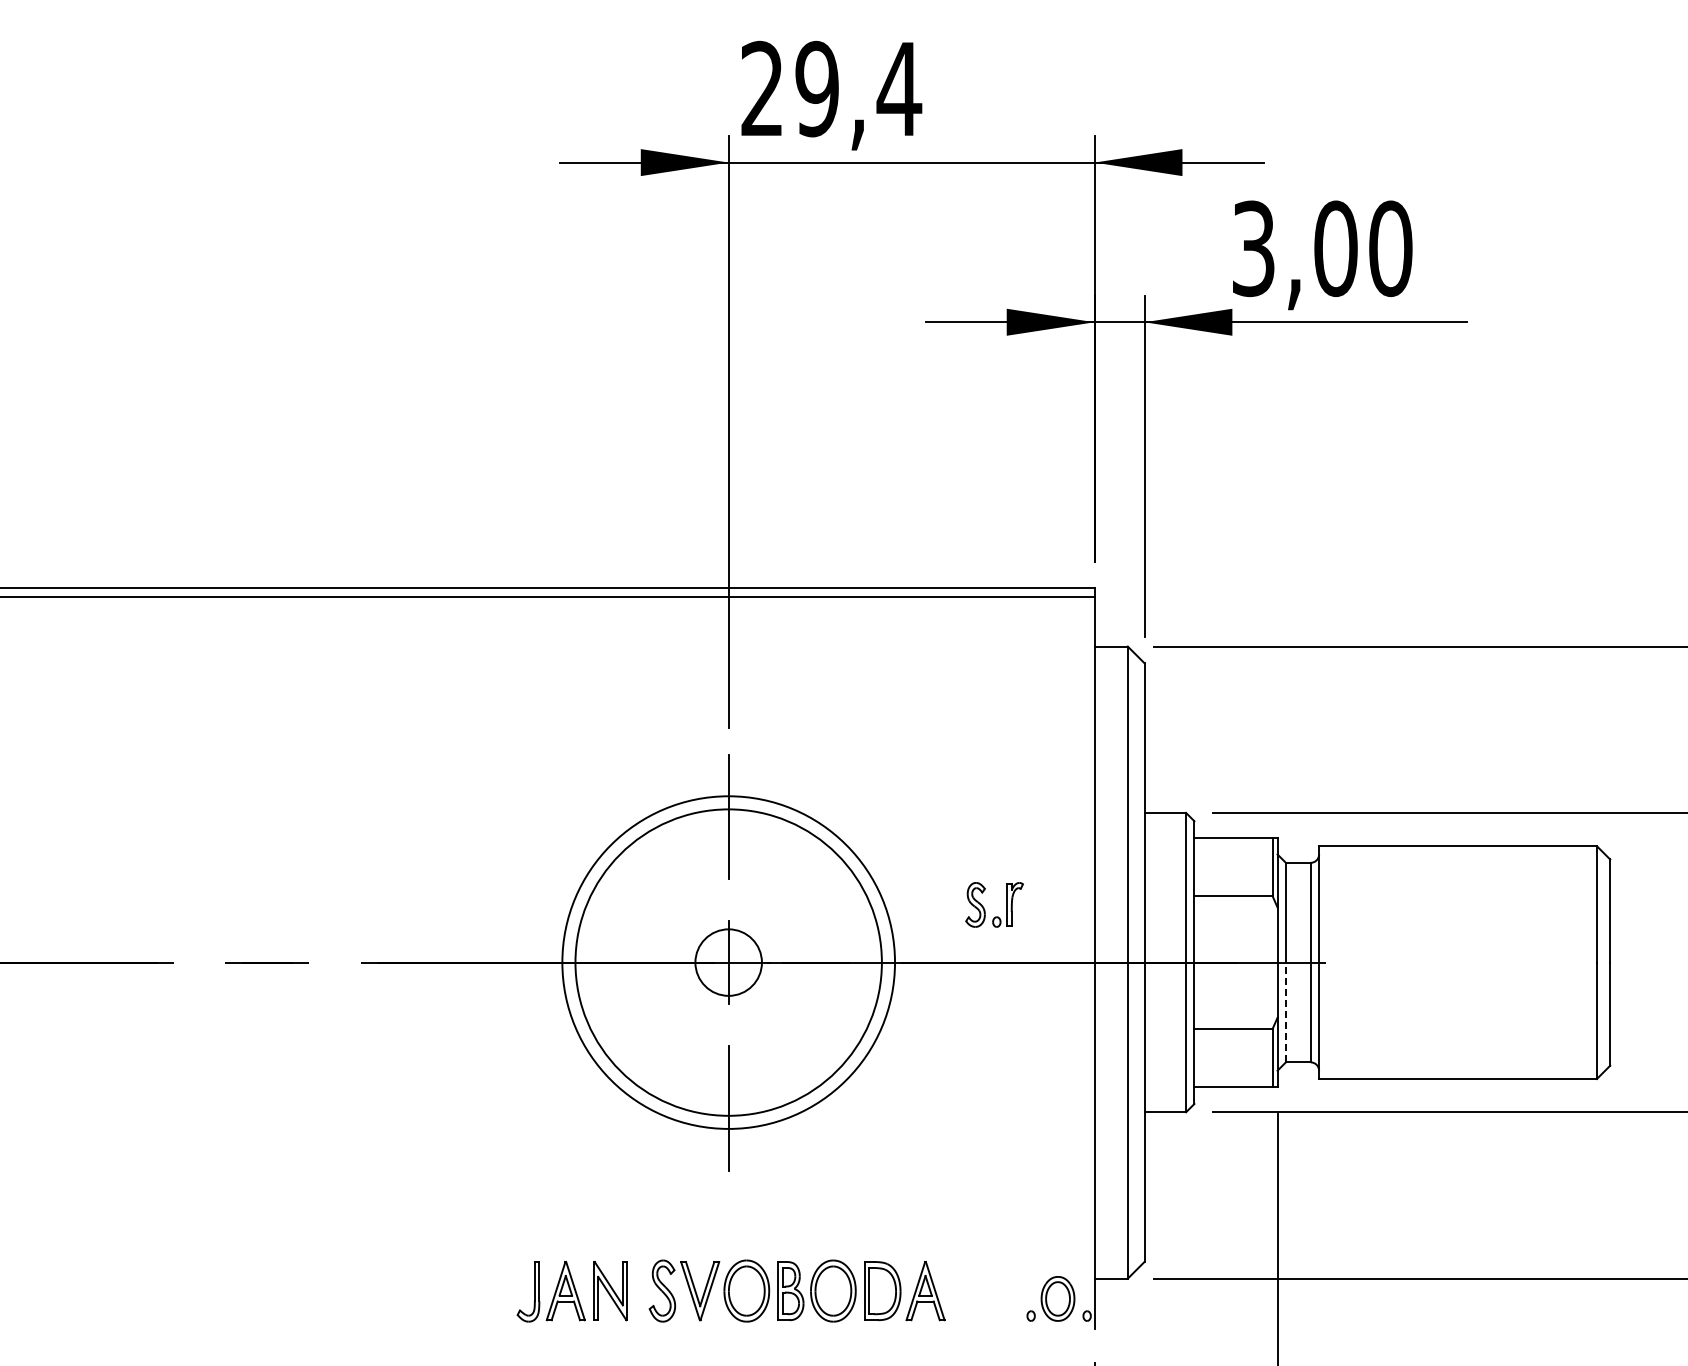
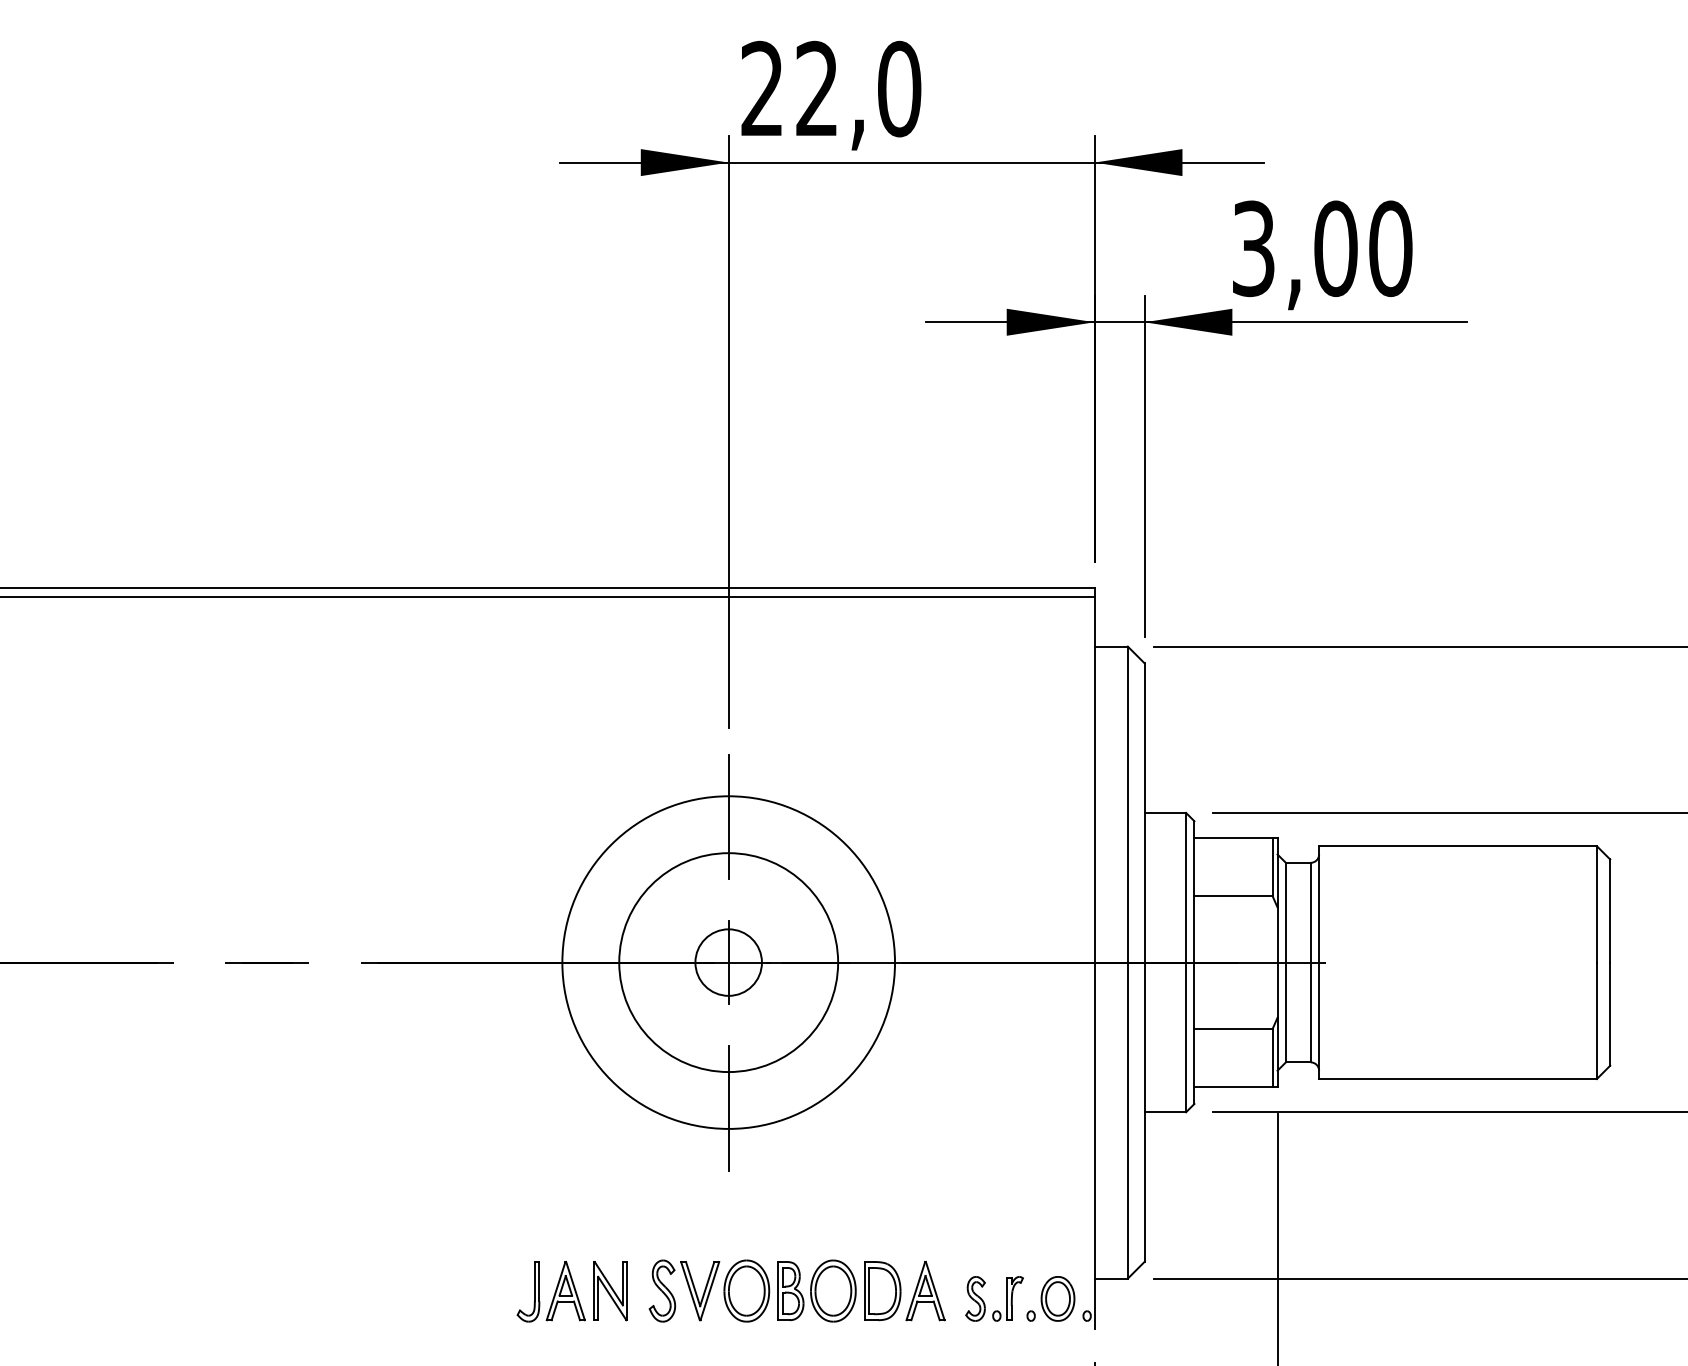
text at (858, 88): 29,4 -> 22,0
part at (984, 907) position: (984, 907) -> (984, 1301)
circle at (728, 962) diameter: 306 px -> 219 px
line at (1285, 1012): dashed -> solid
